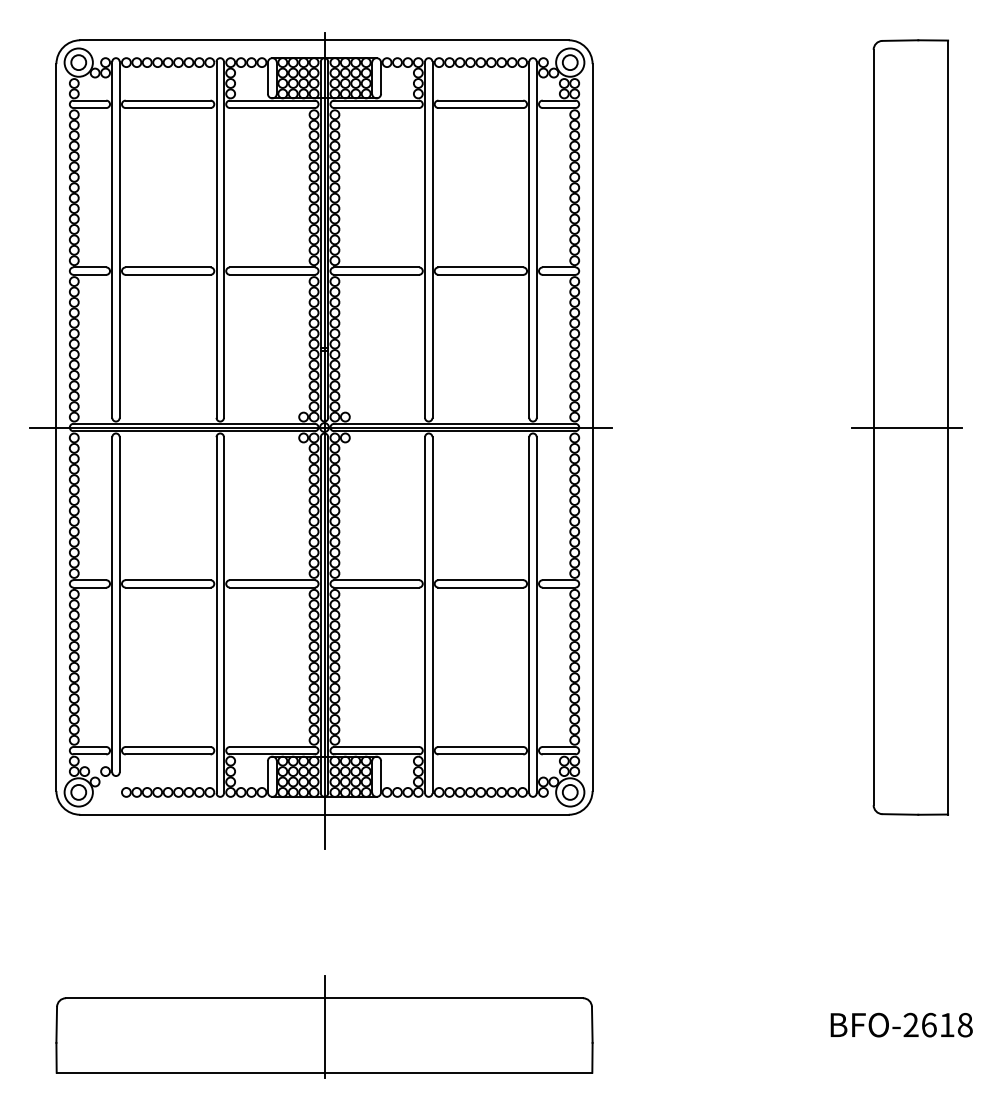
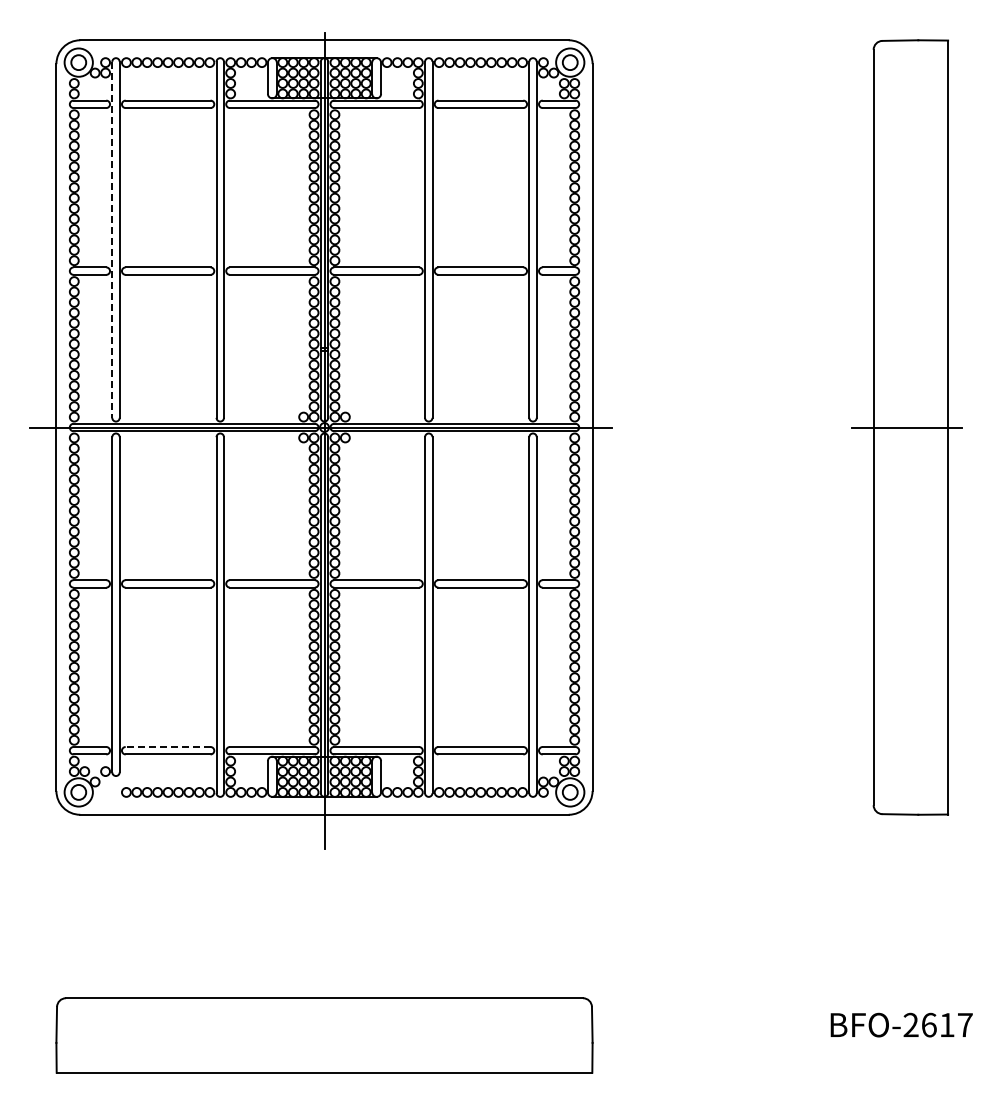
line at (112, 239): solid -> dashed
line at (167, 747): solid -> dashed
text at (964, 1025): BFO-2618 -> BFO-2617
line at (324, 1026): present -> none
